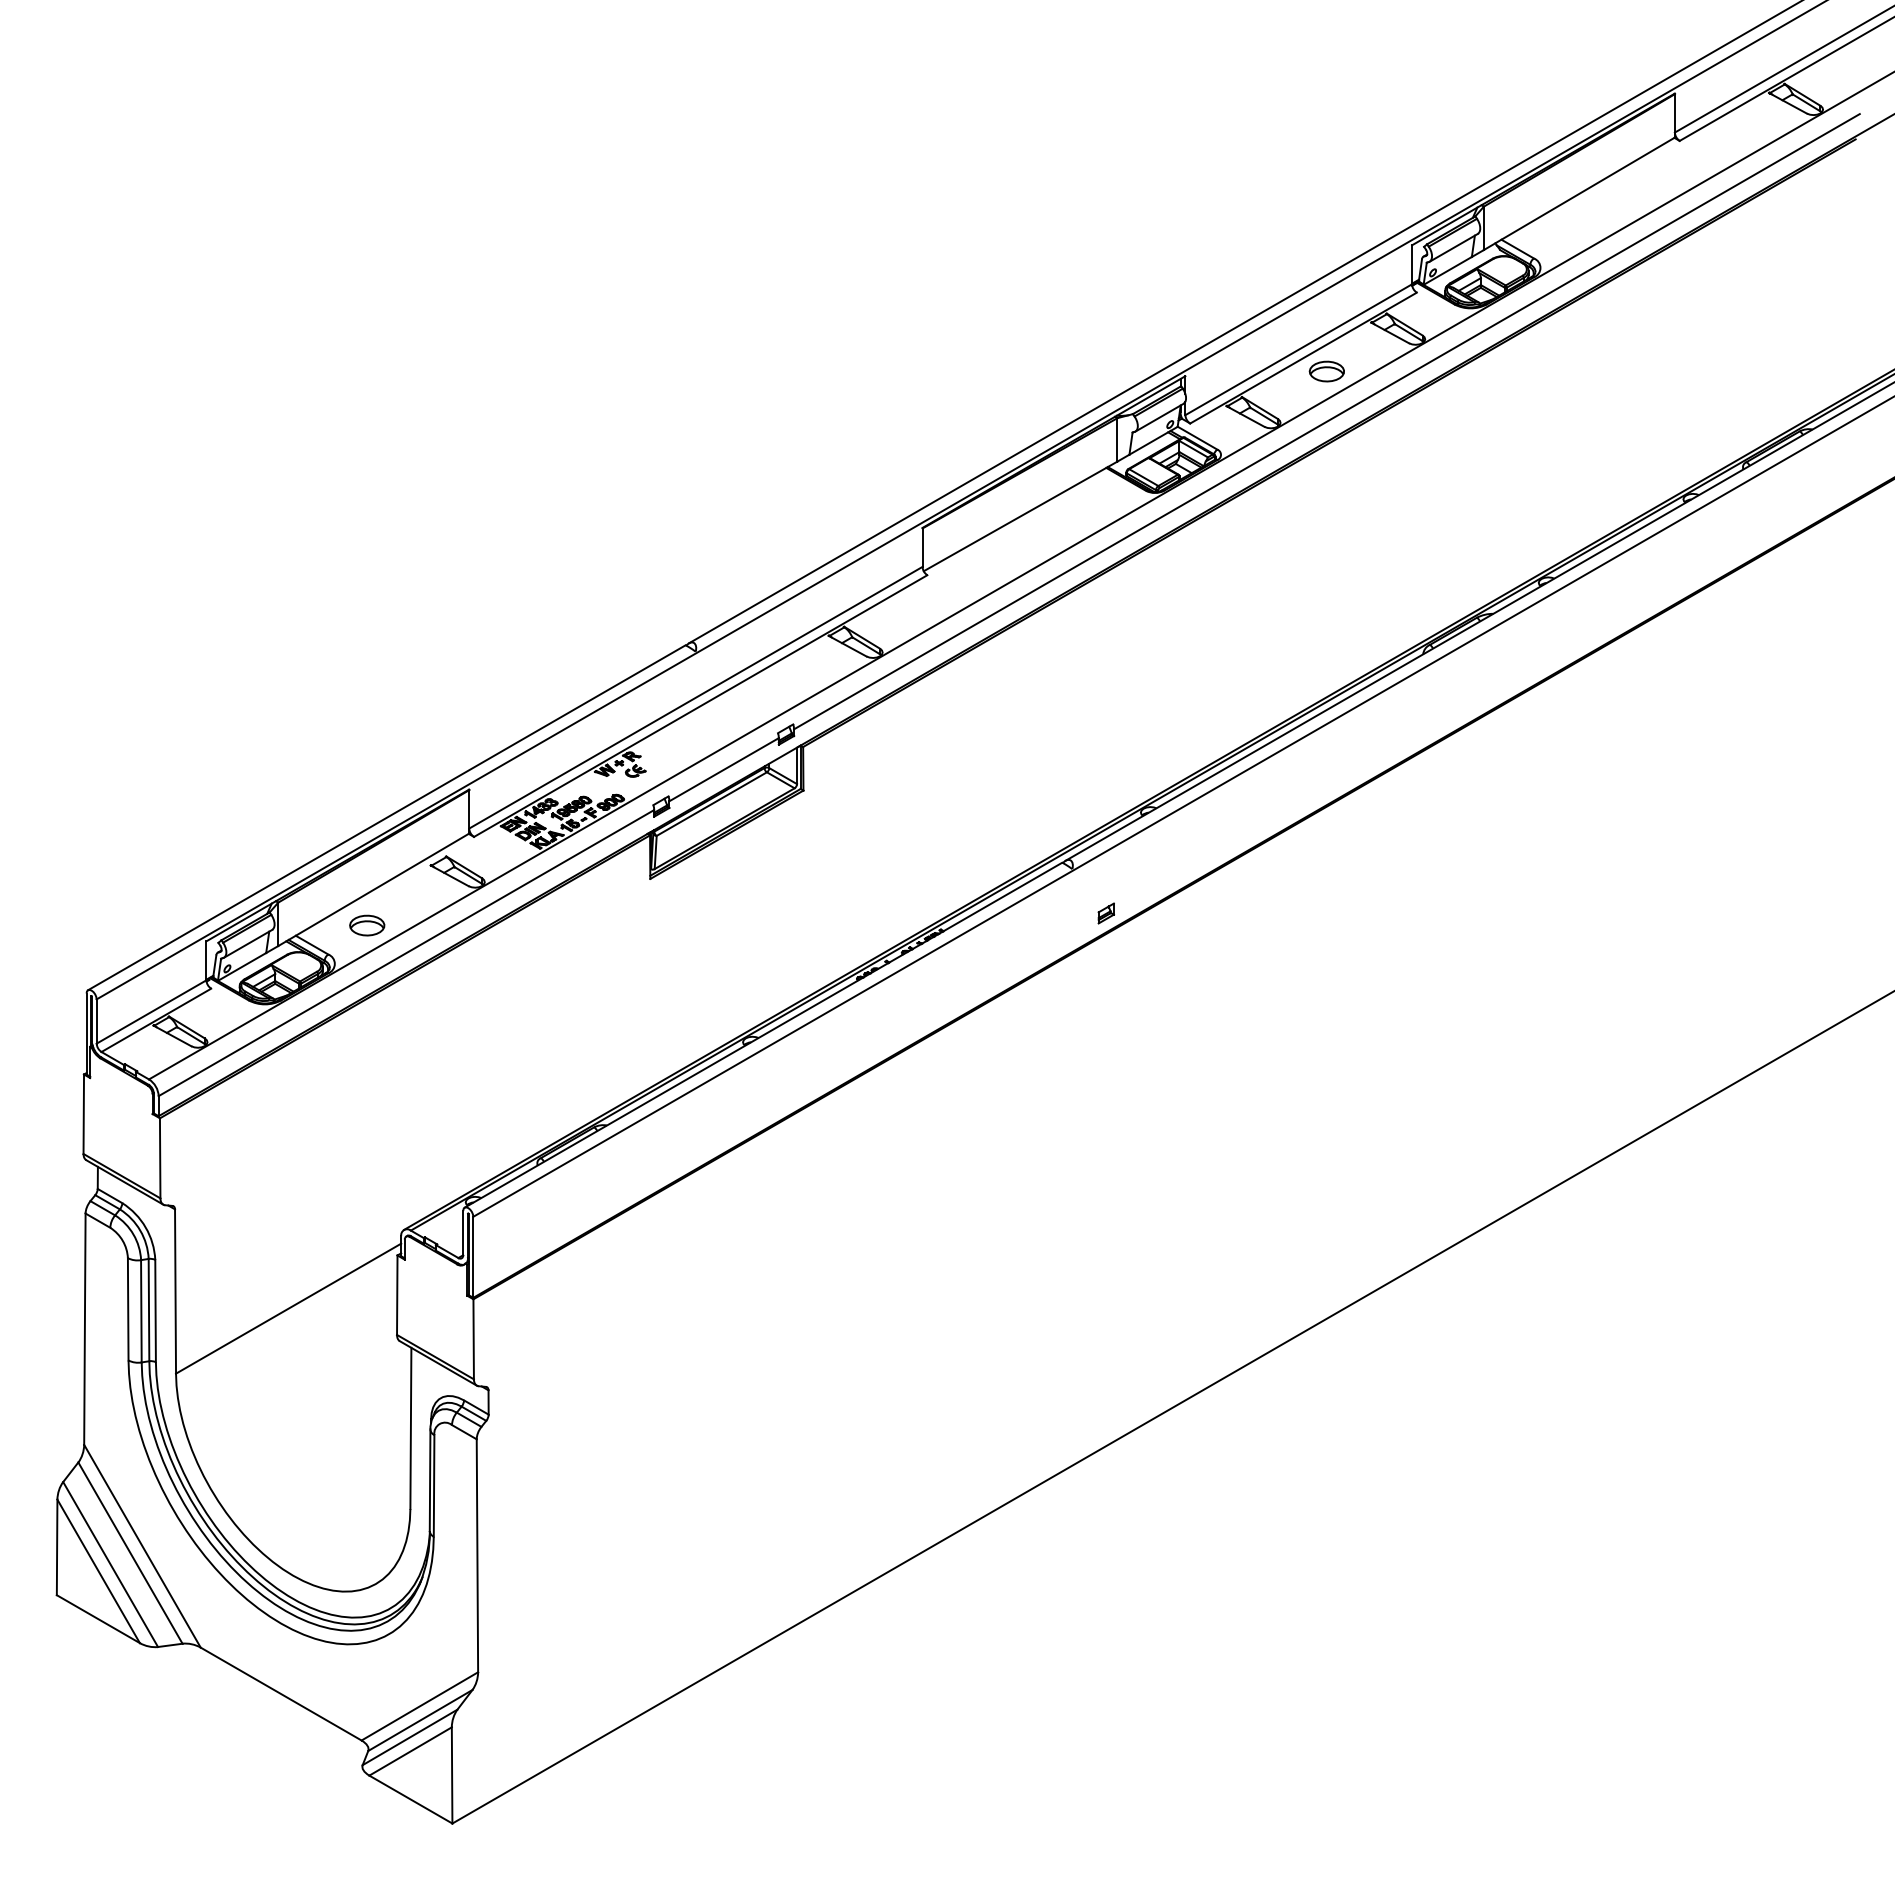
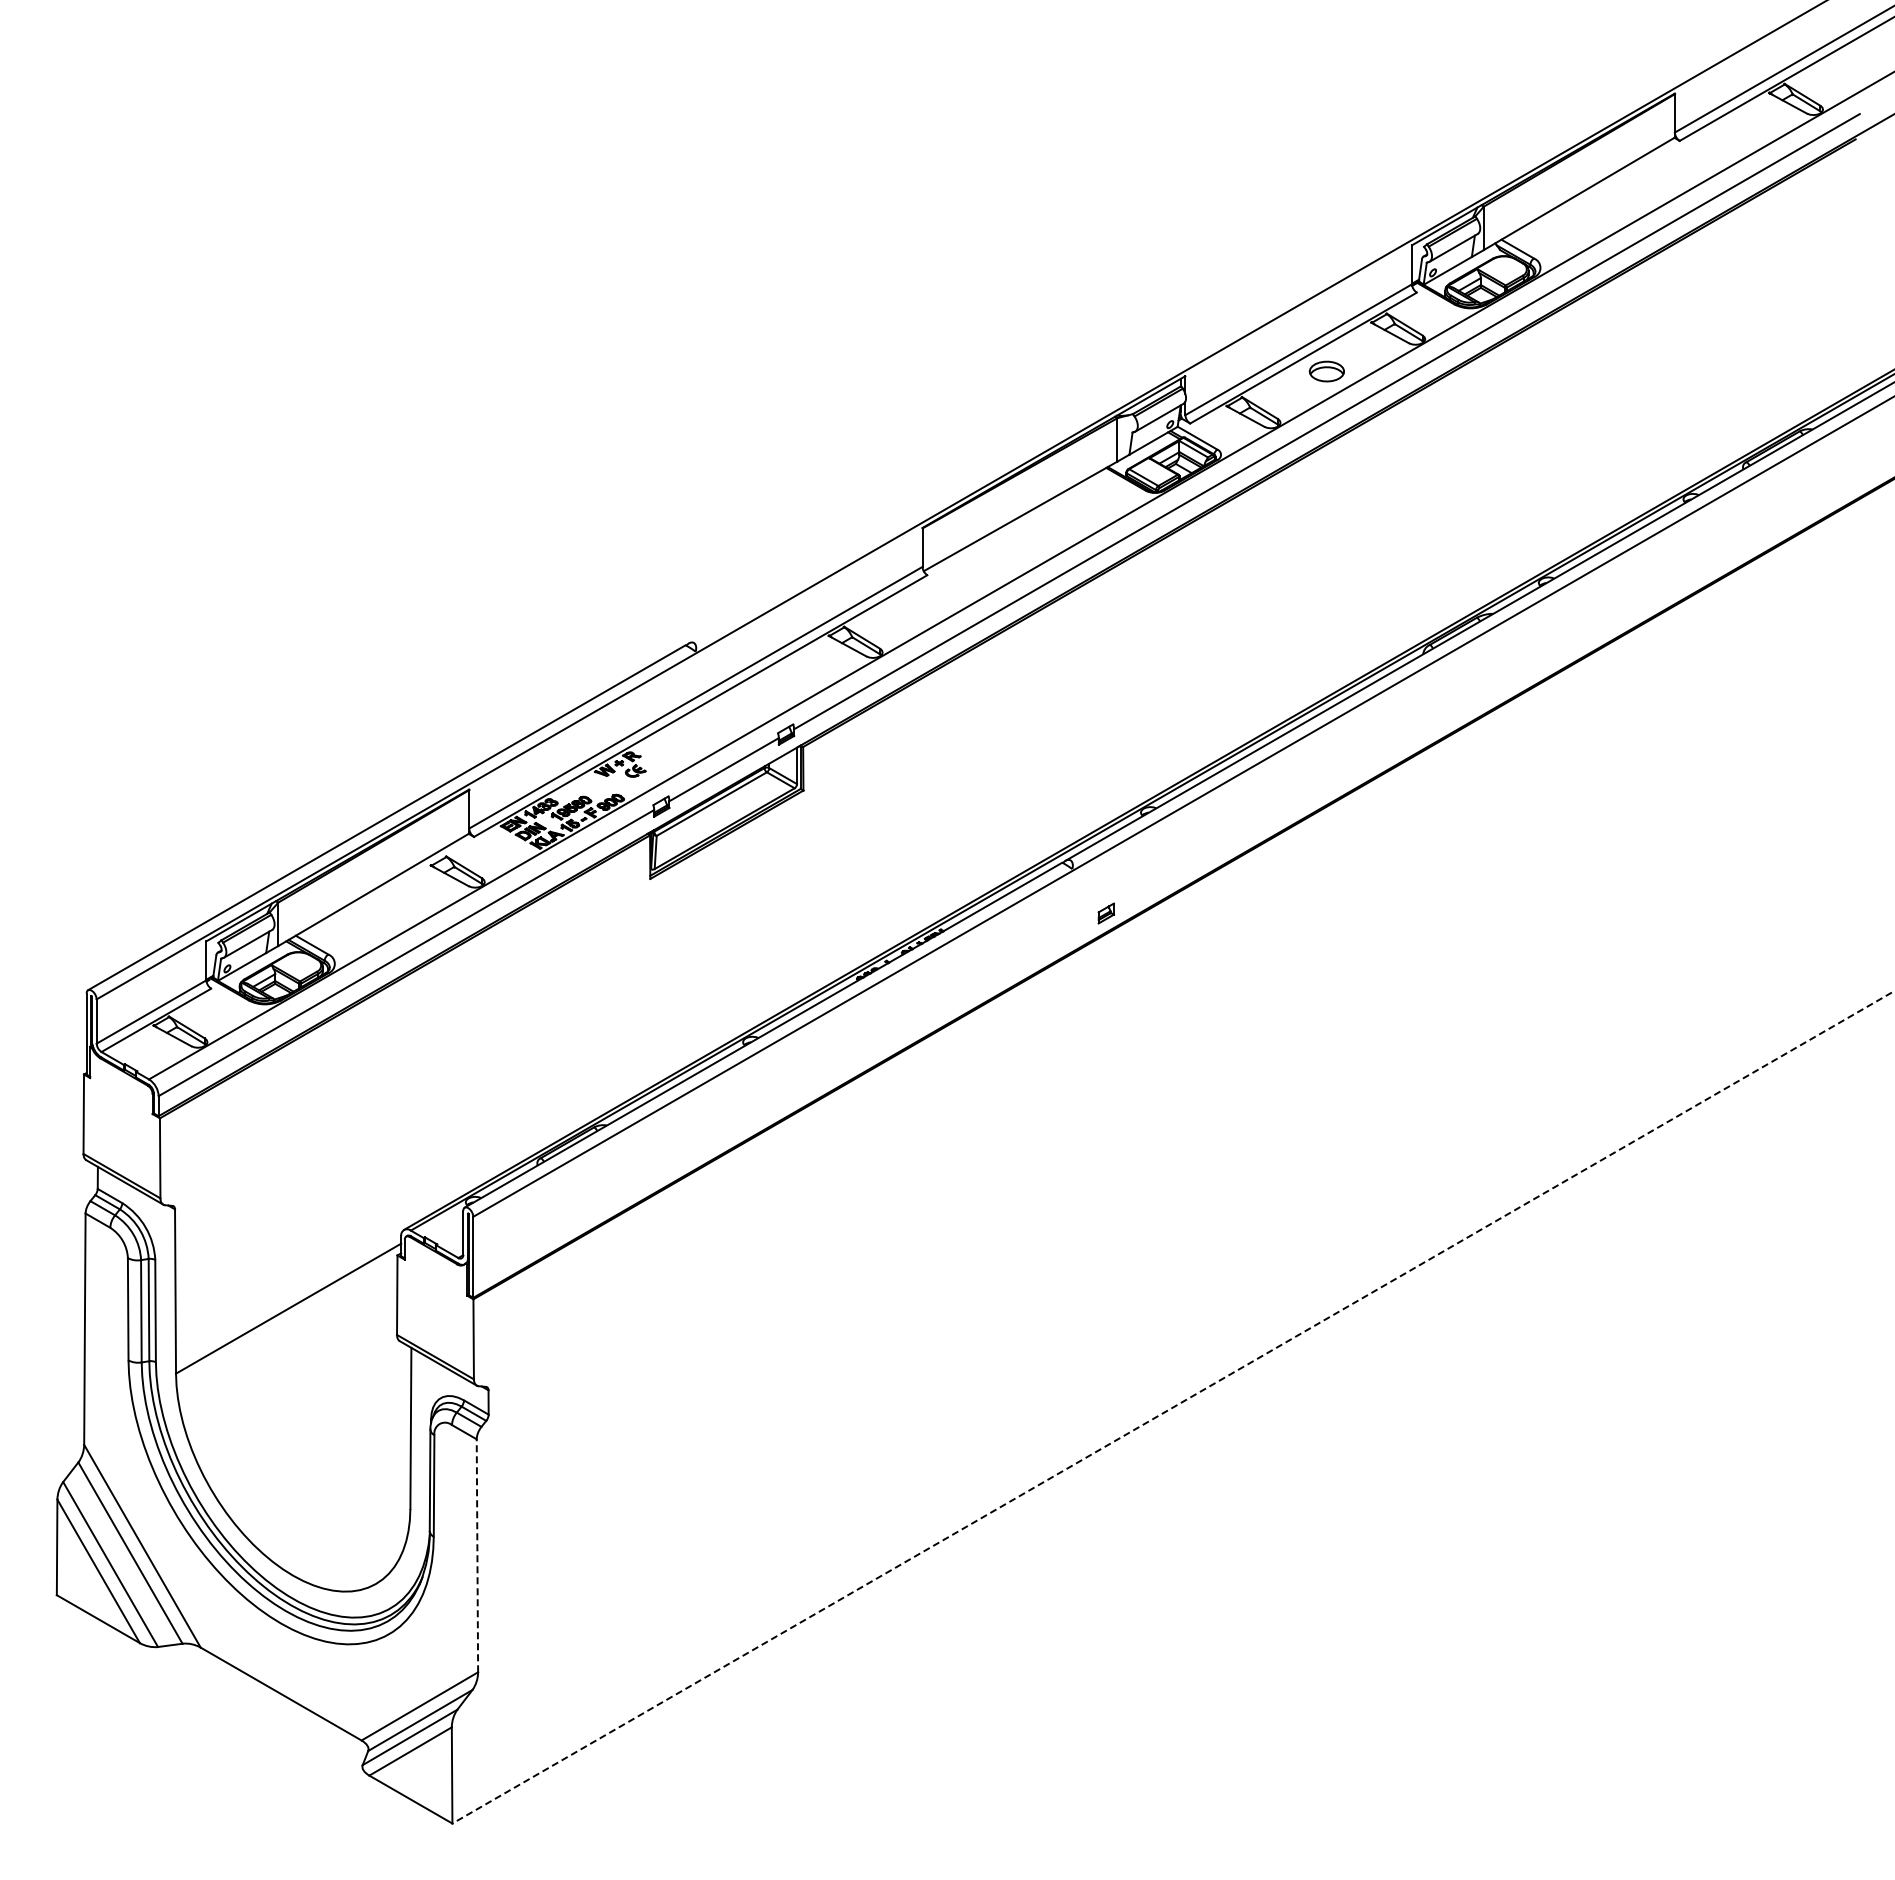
line at (1244, 322): present -> none
part at (367, 925): present -> none
line at (1173, 1407): solid -> dashed
line at (477, 1555): solid -> dashed
